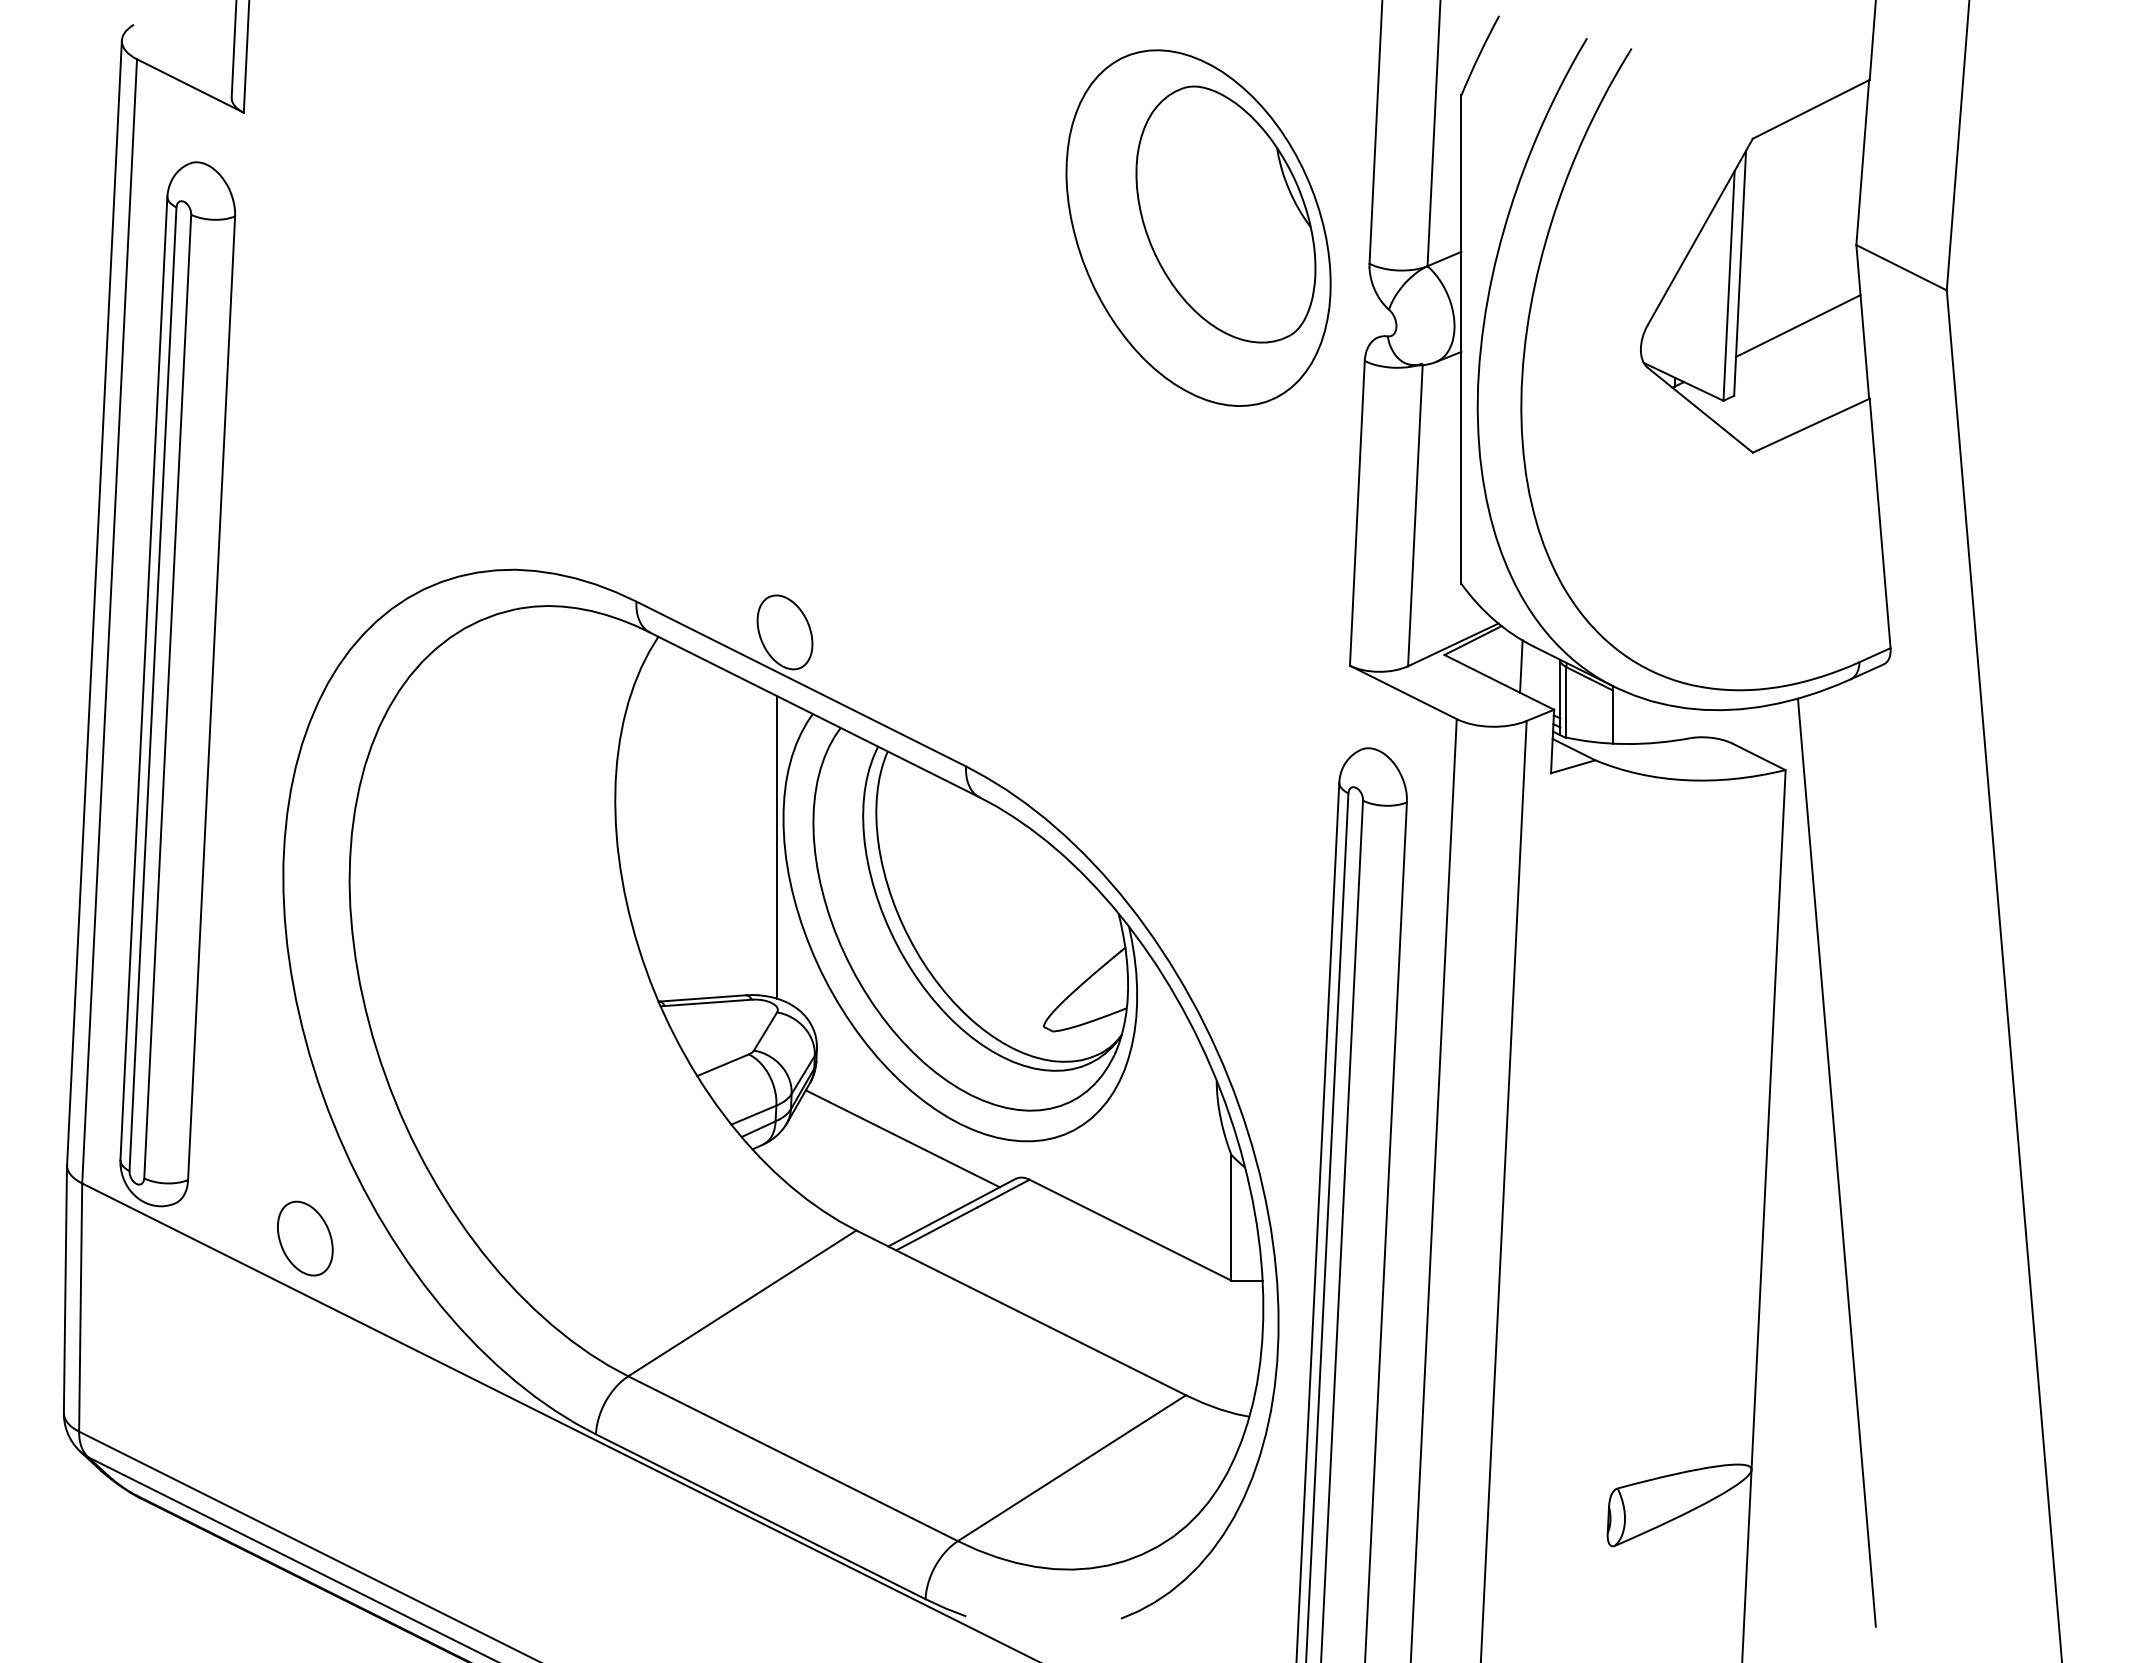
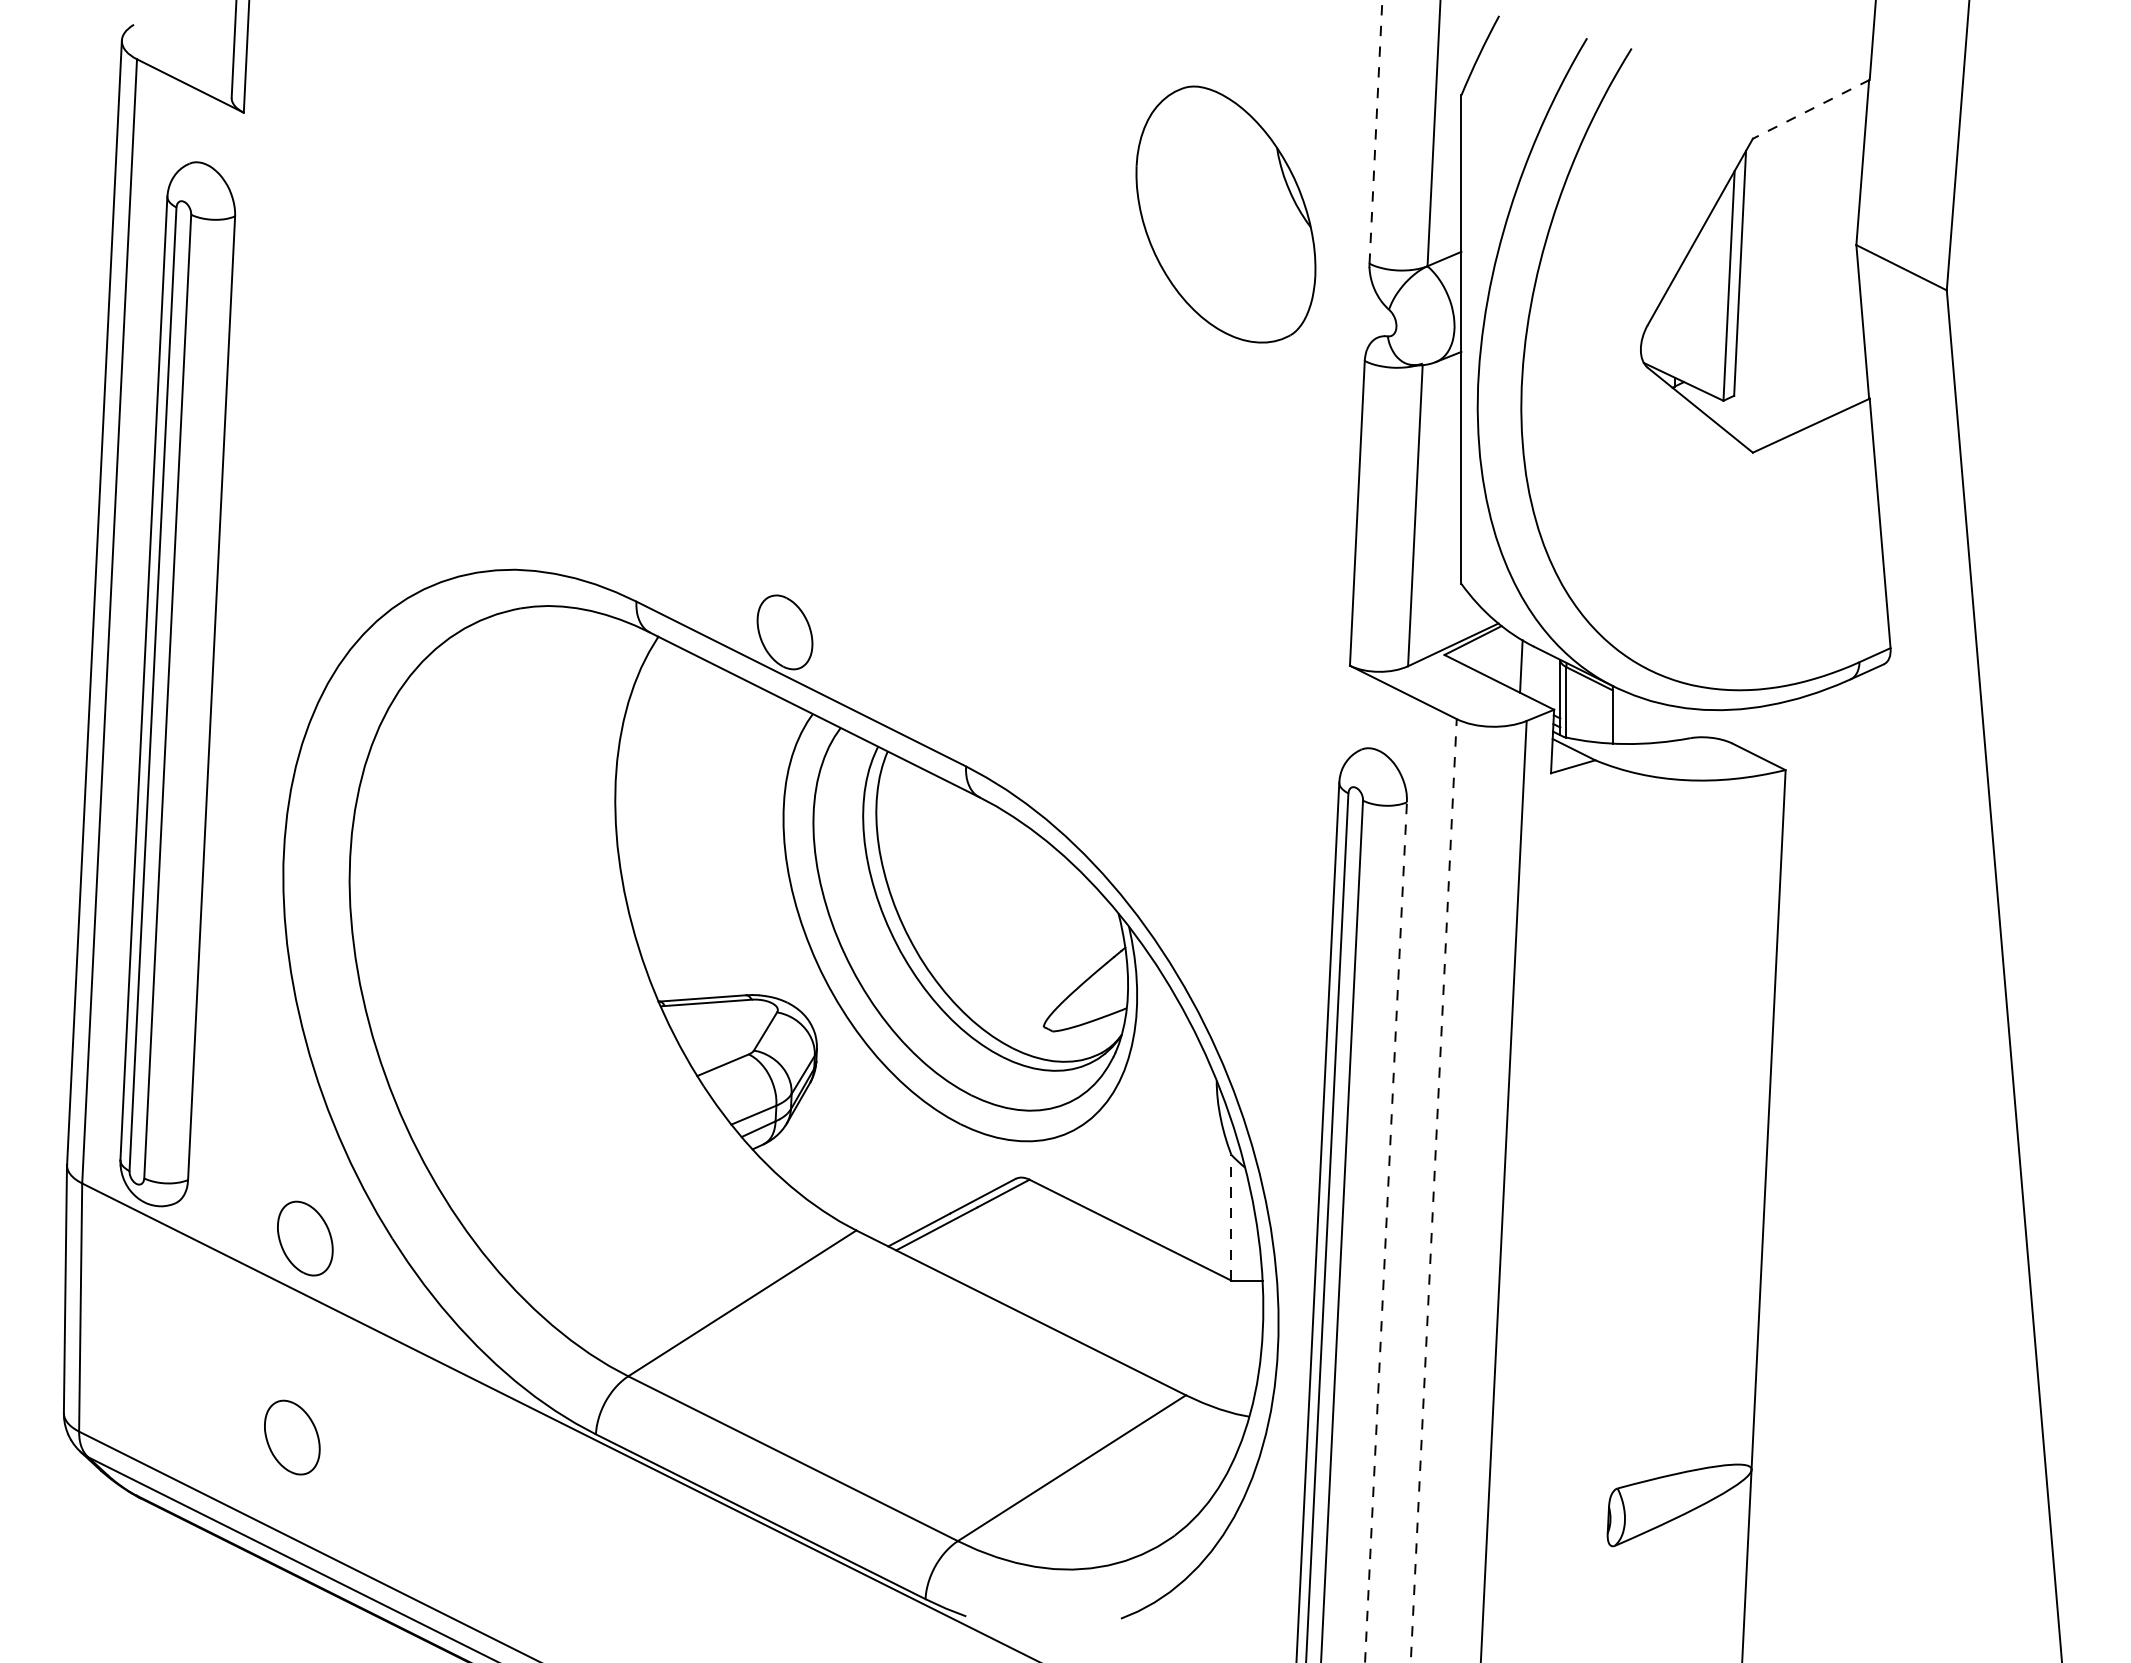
line at (1810, 109): solid -> dashed
line at (1375, 131): solid -> dashed
part at (1198, 227): present -> none
line at (1798, 325): present -> none
line at (777, 847): present -> none
line at (902, 1138): present -> none
line at (1836, 1162): present -> none
line at (1433, 1190): solid -> dashed
line at (1231, 1217): solid -> dashed
line at (1386, 1231): solid -> dashed
part at (292, 1437): none -> present
